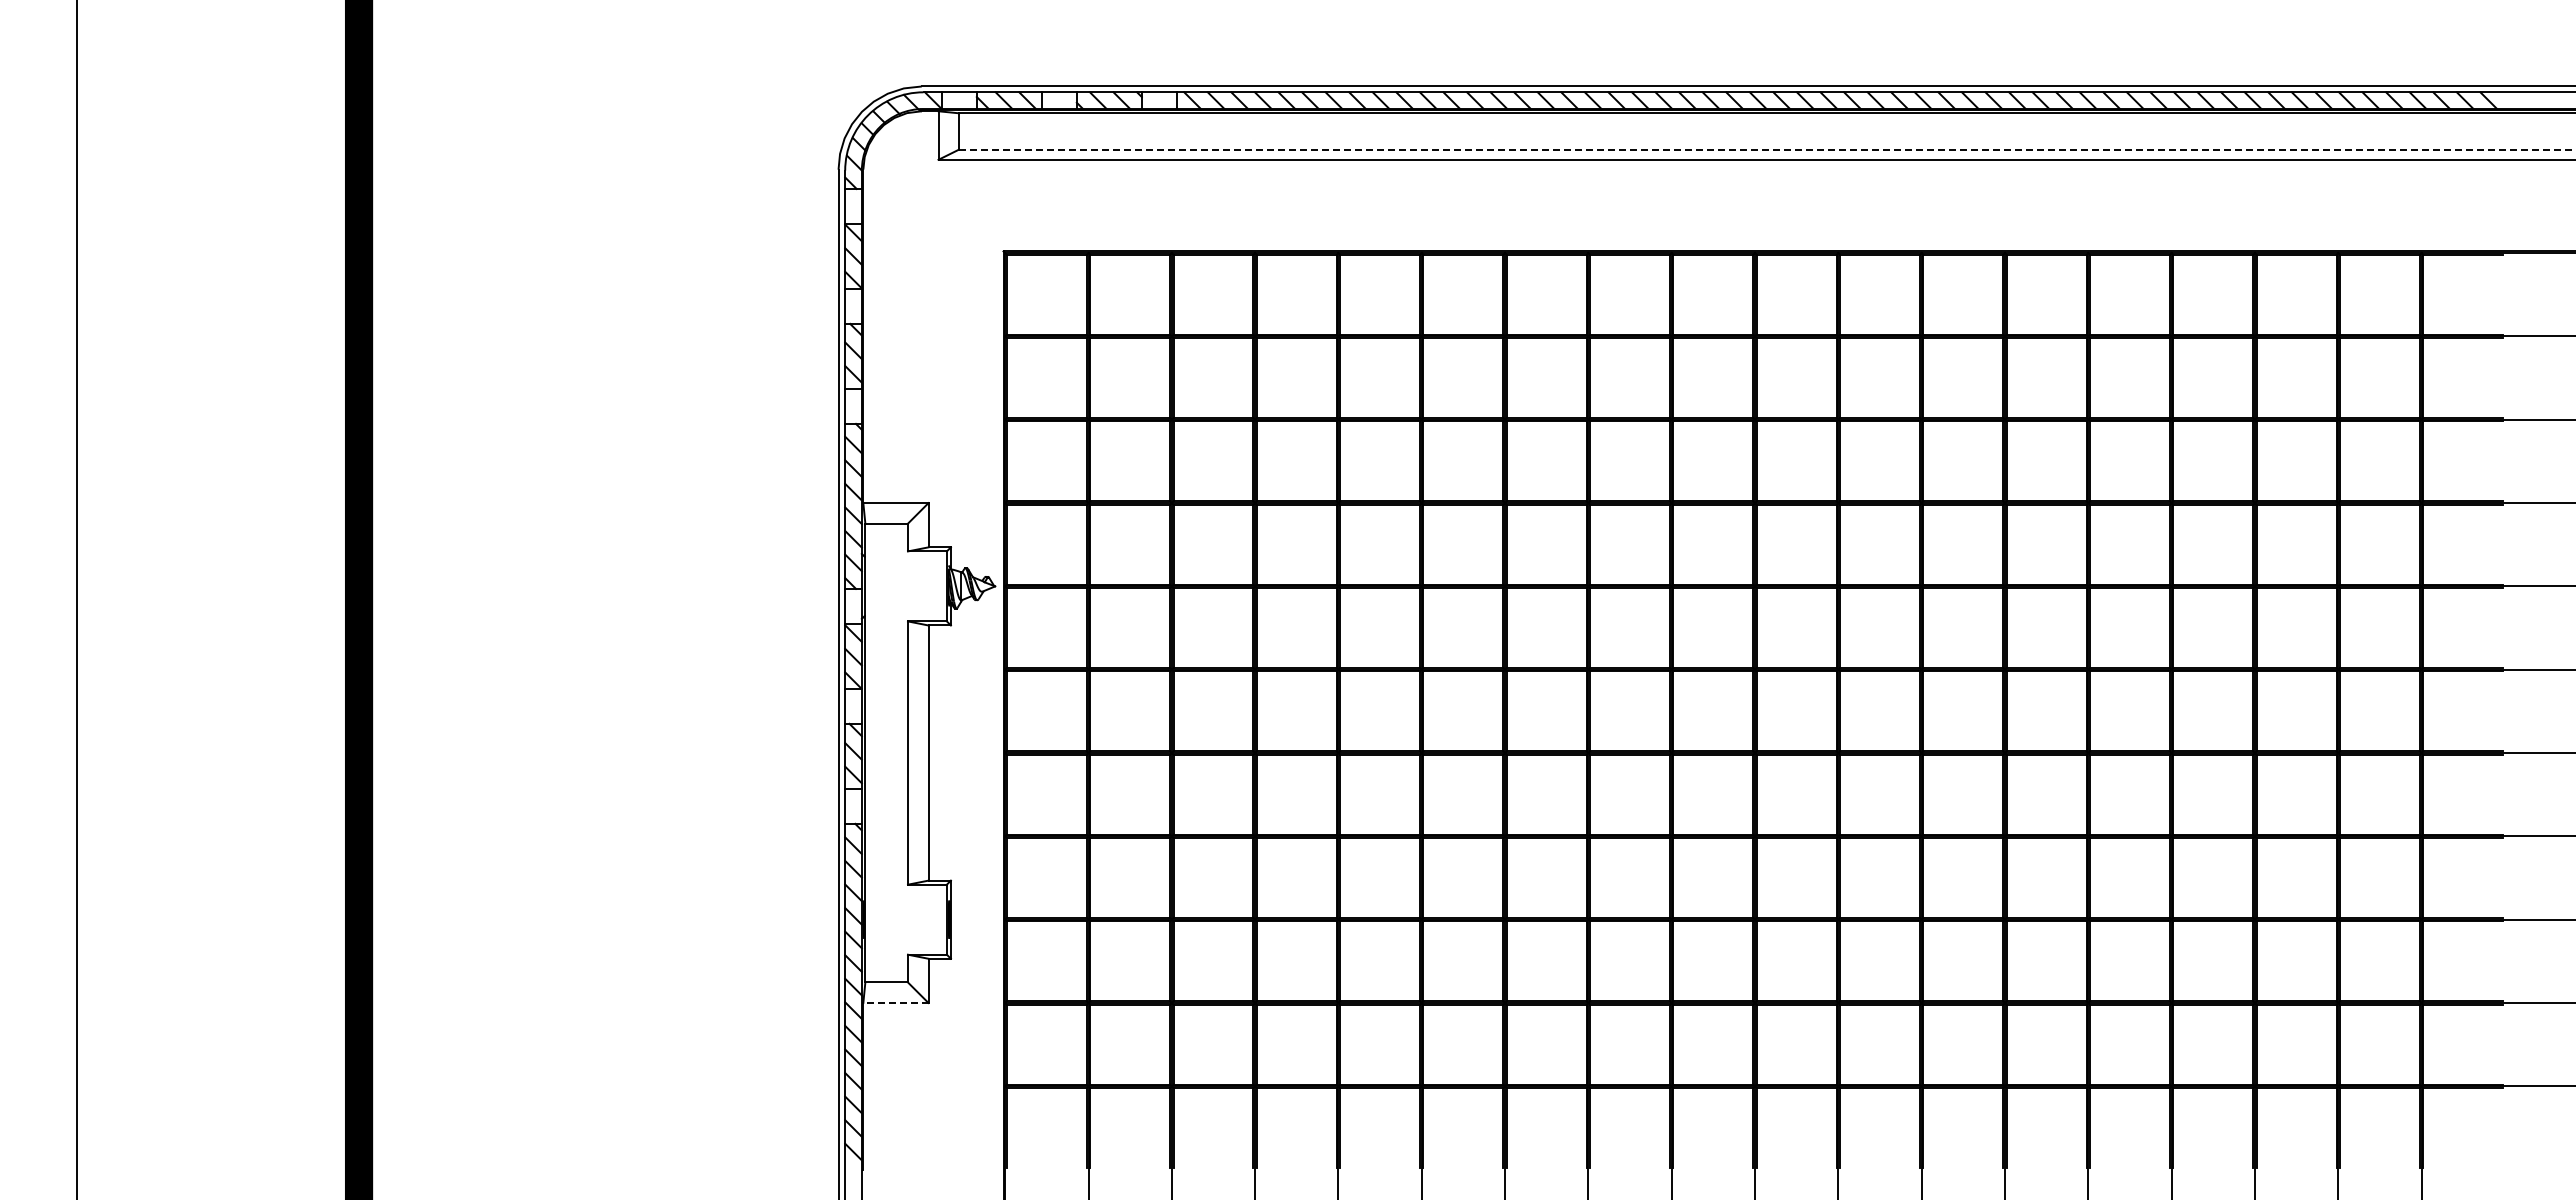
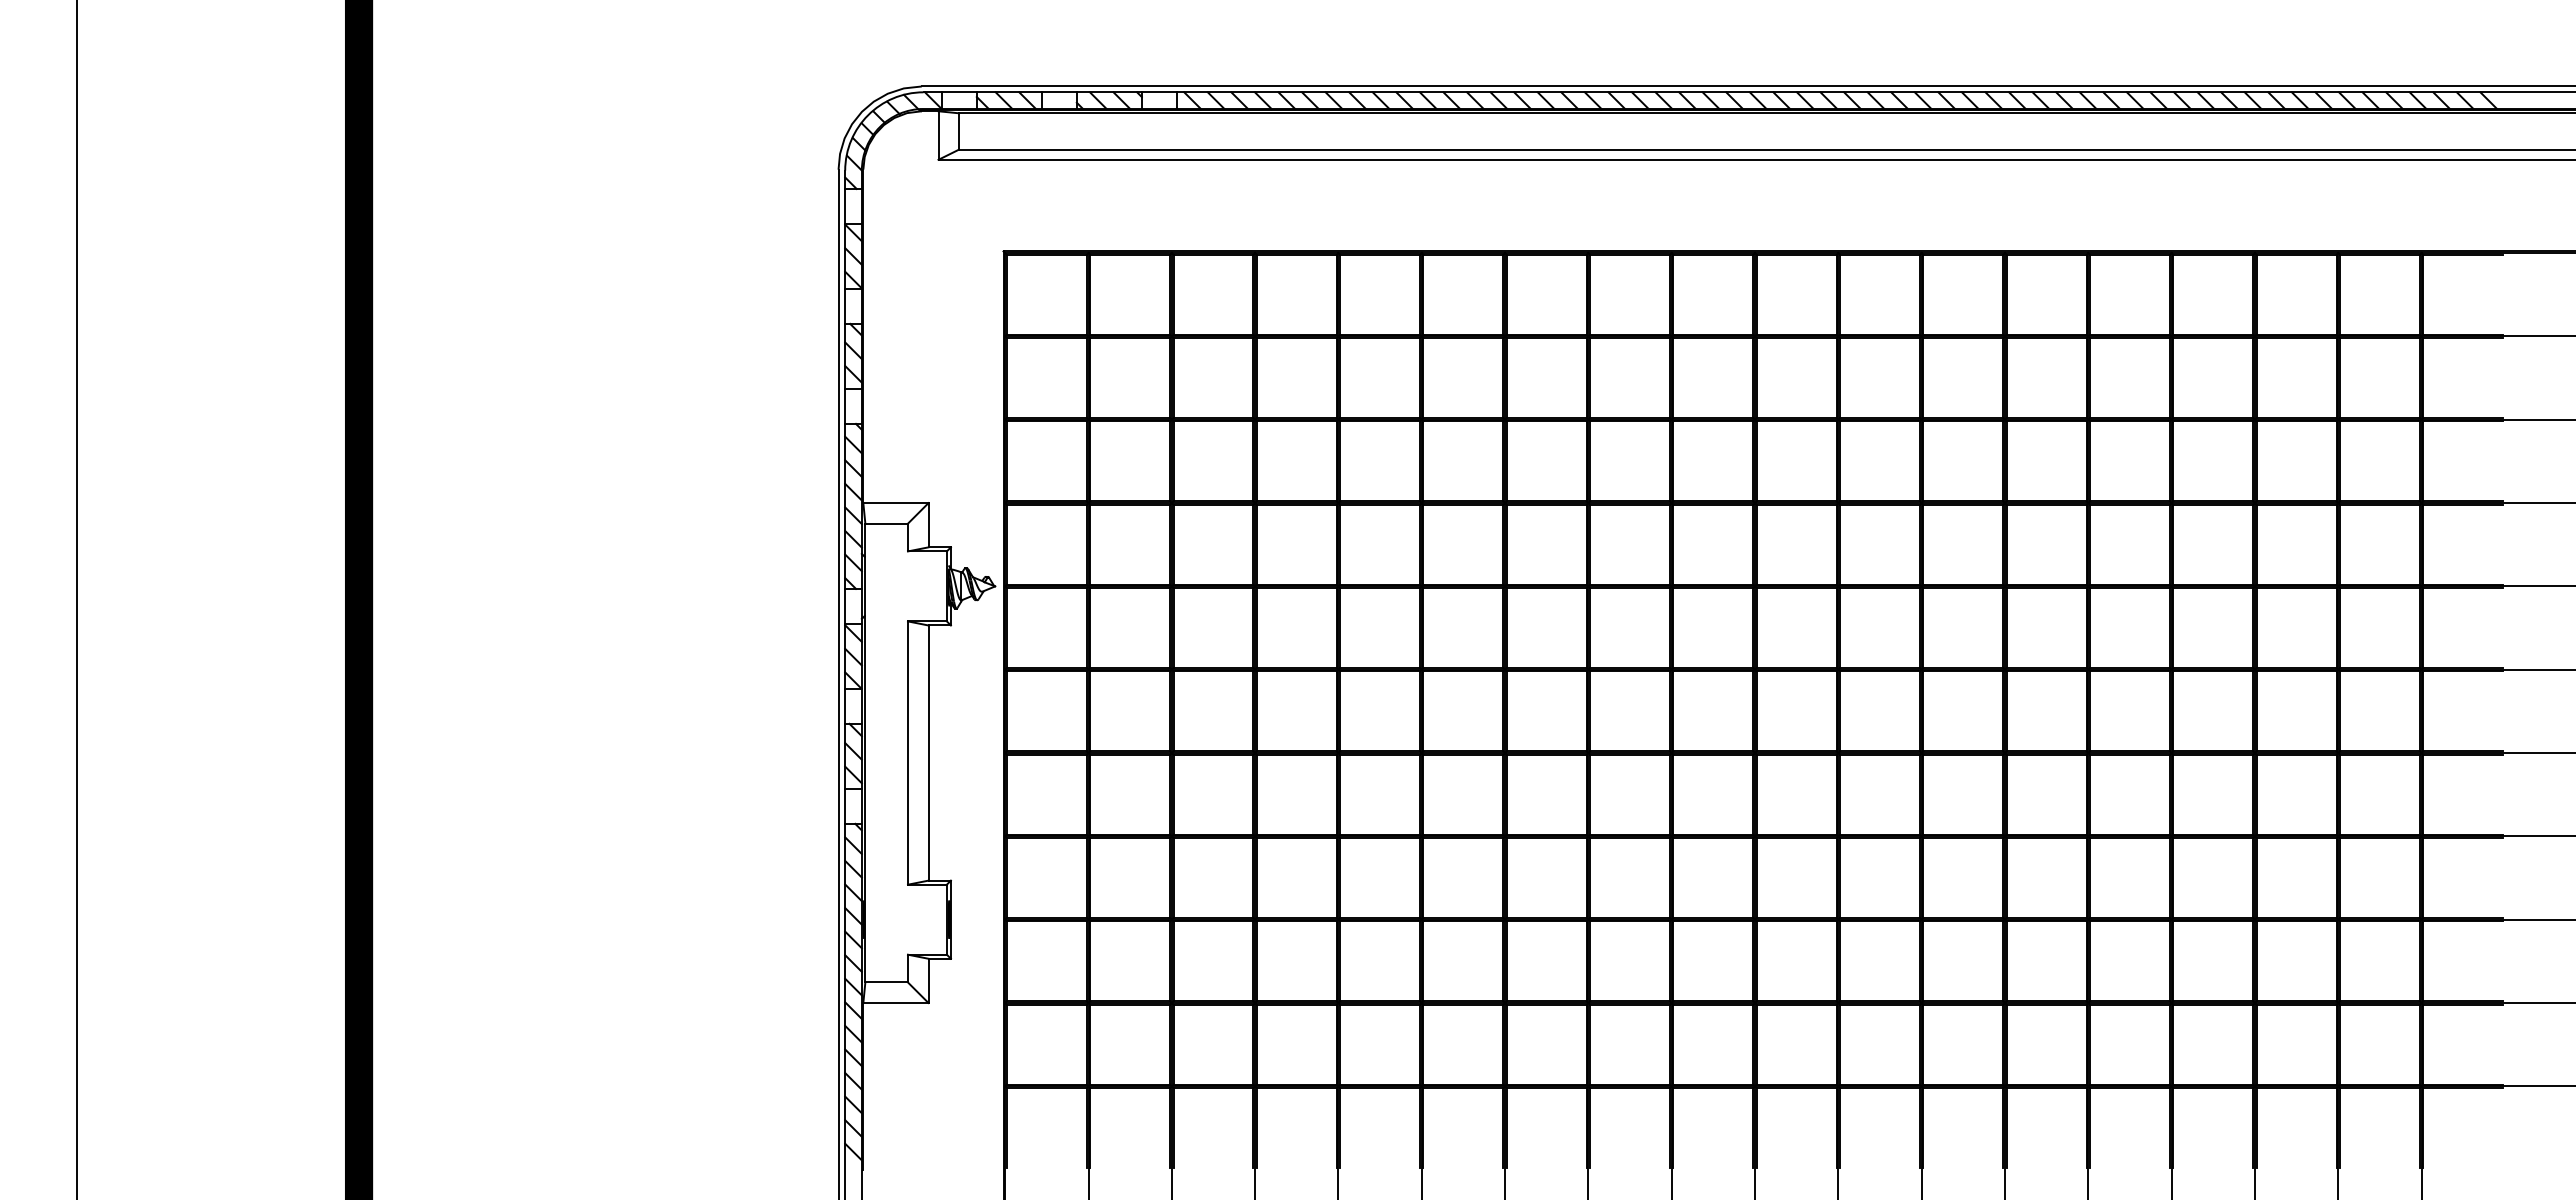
line at (1767, 149): dashed -> solid
line at (895, 1003): dashed -> solid
